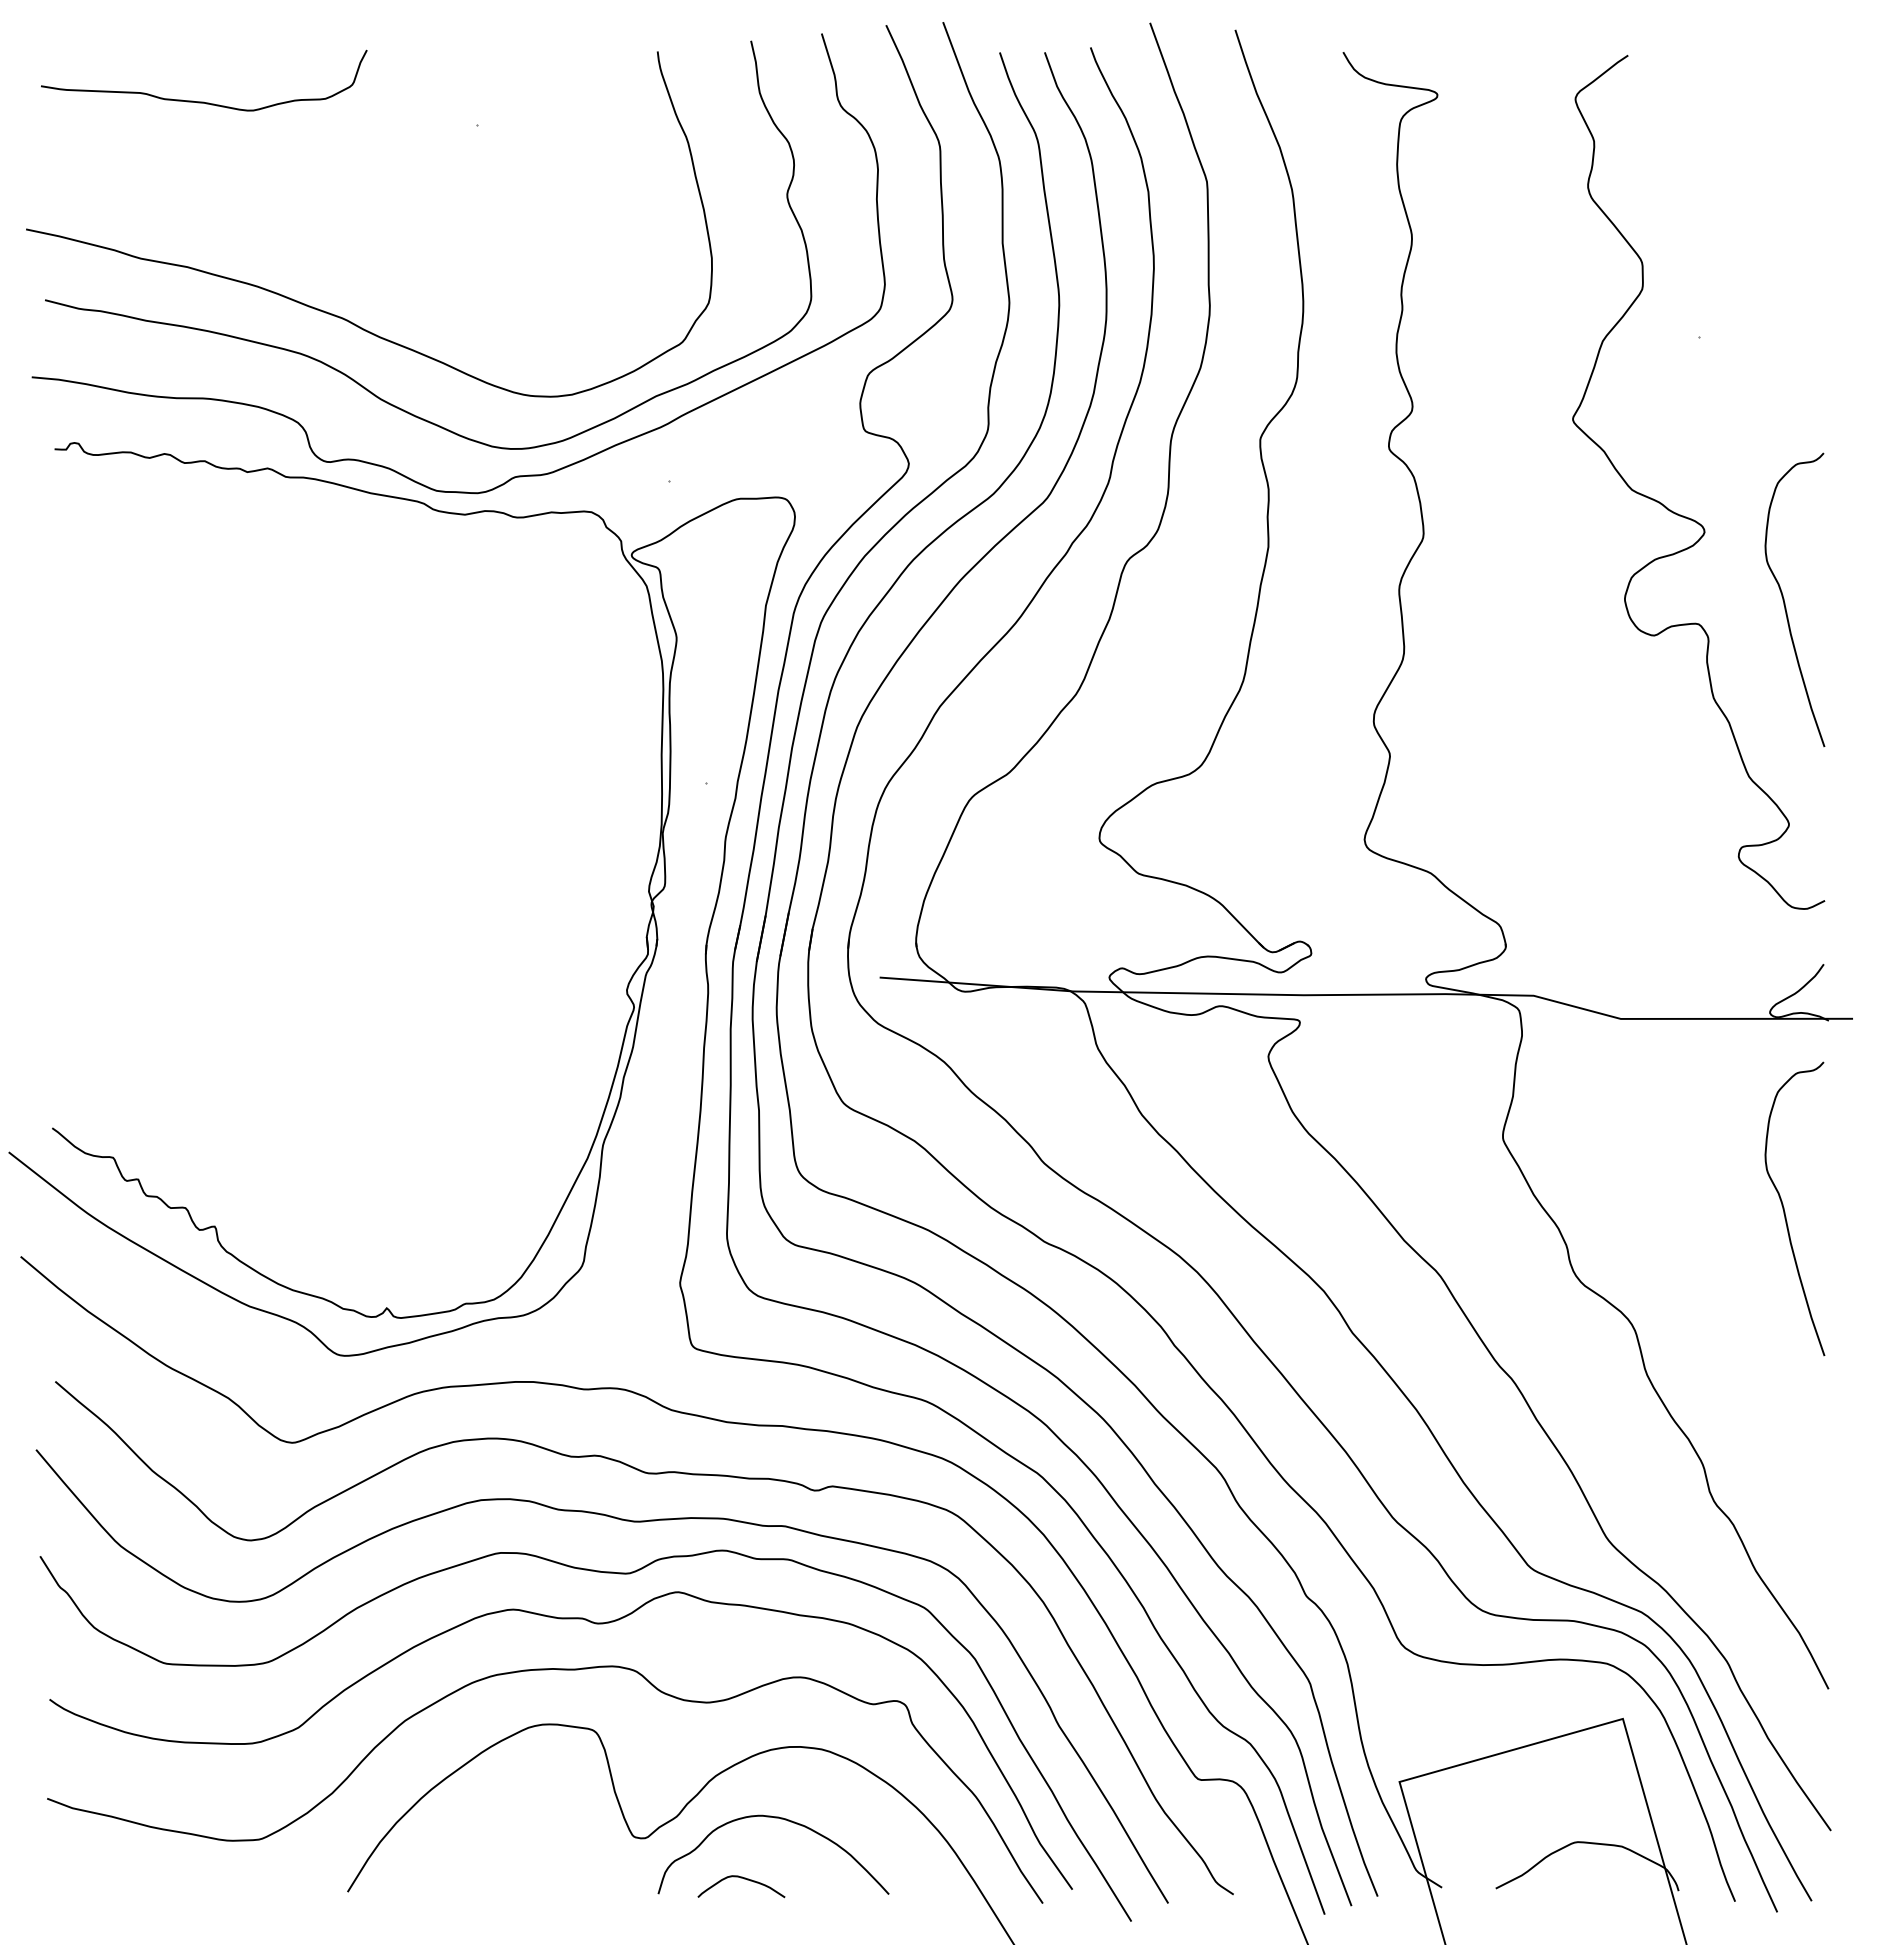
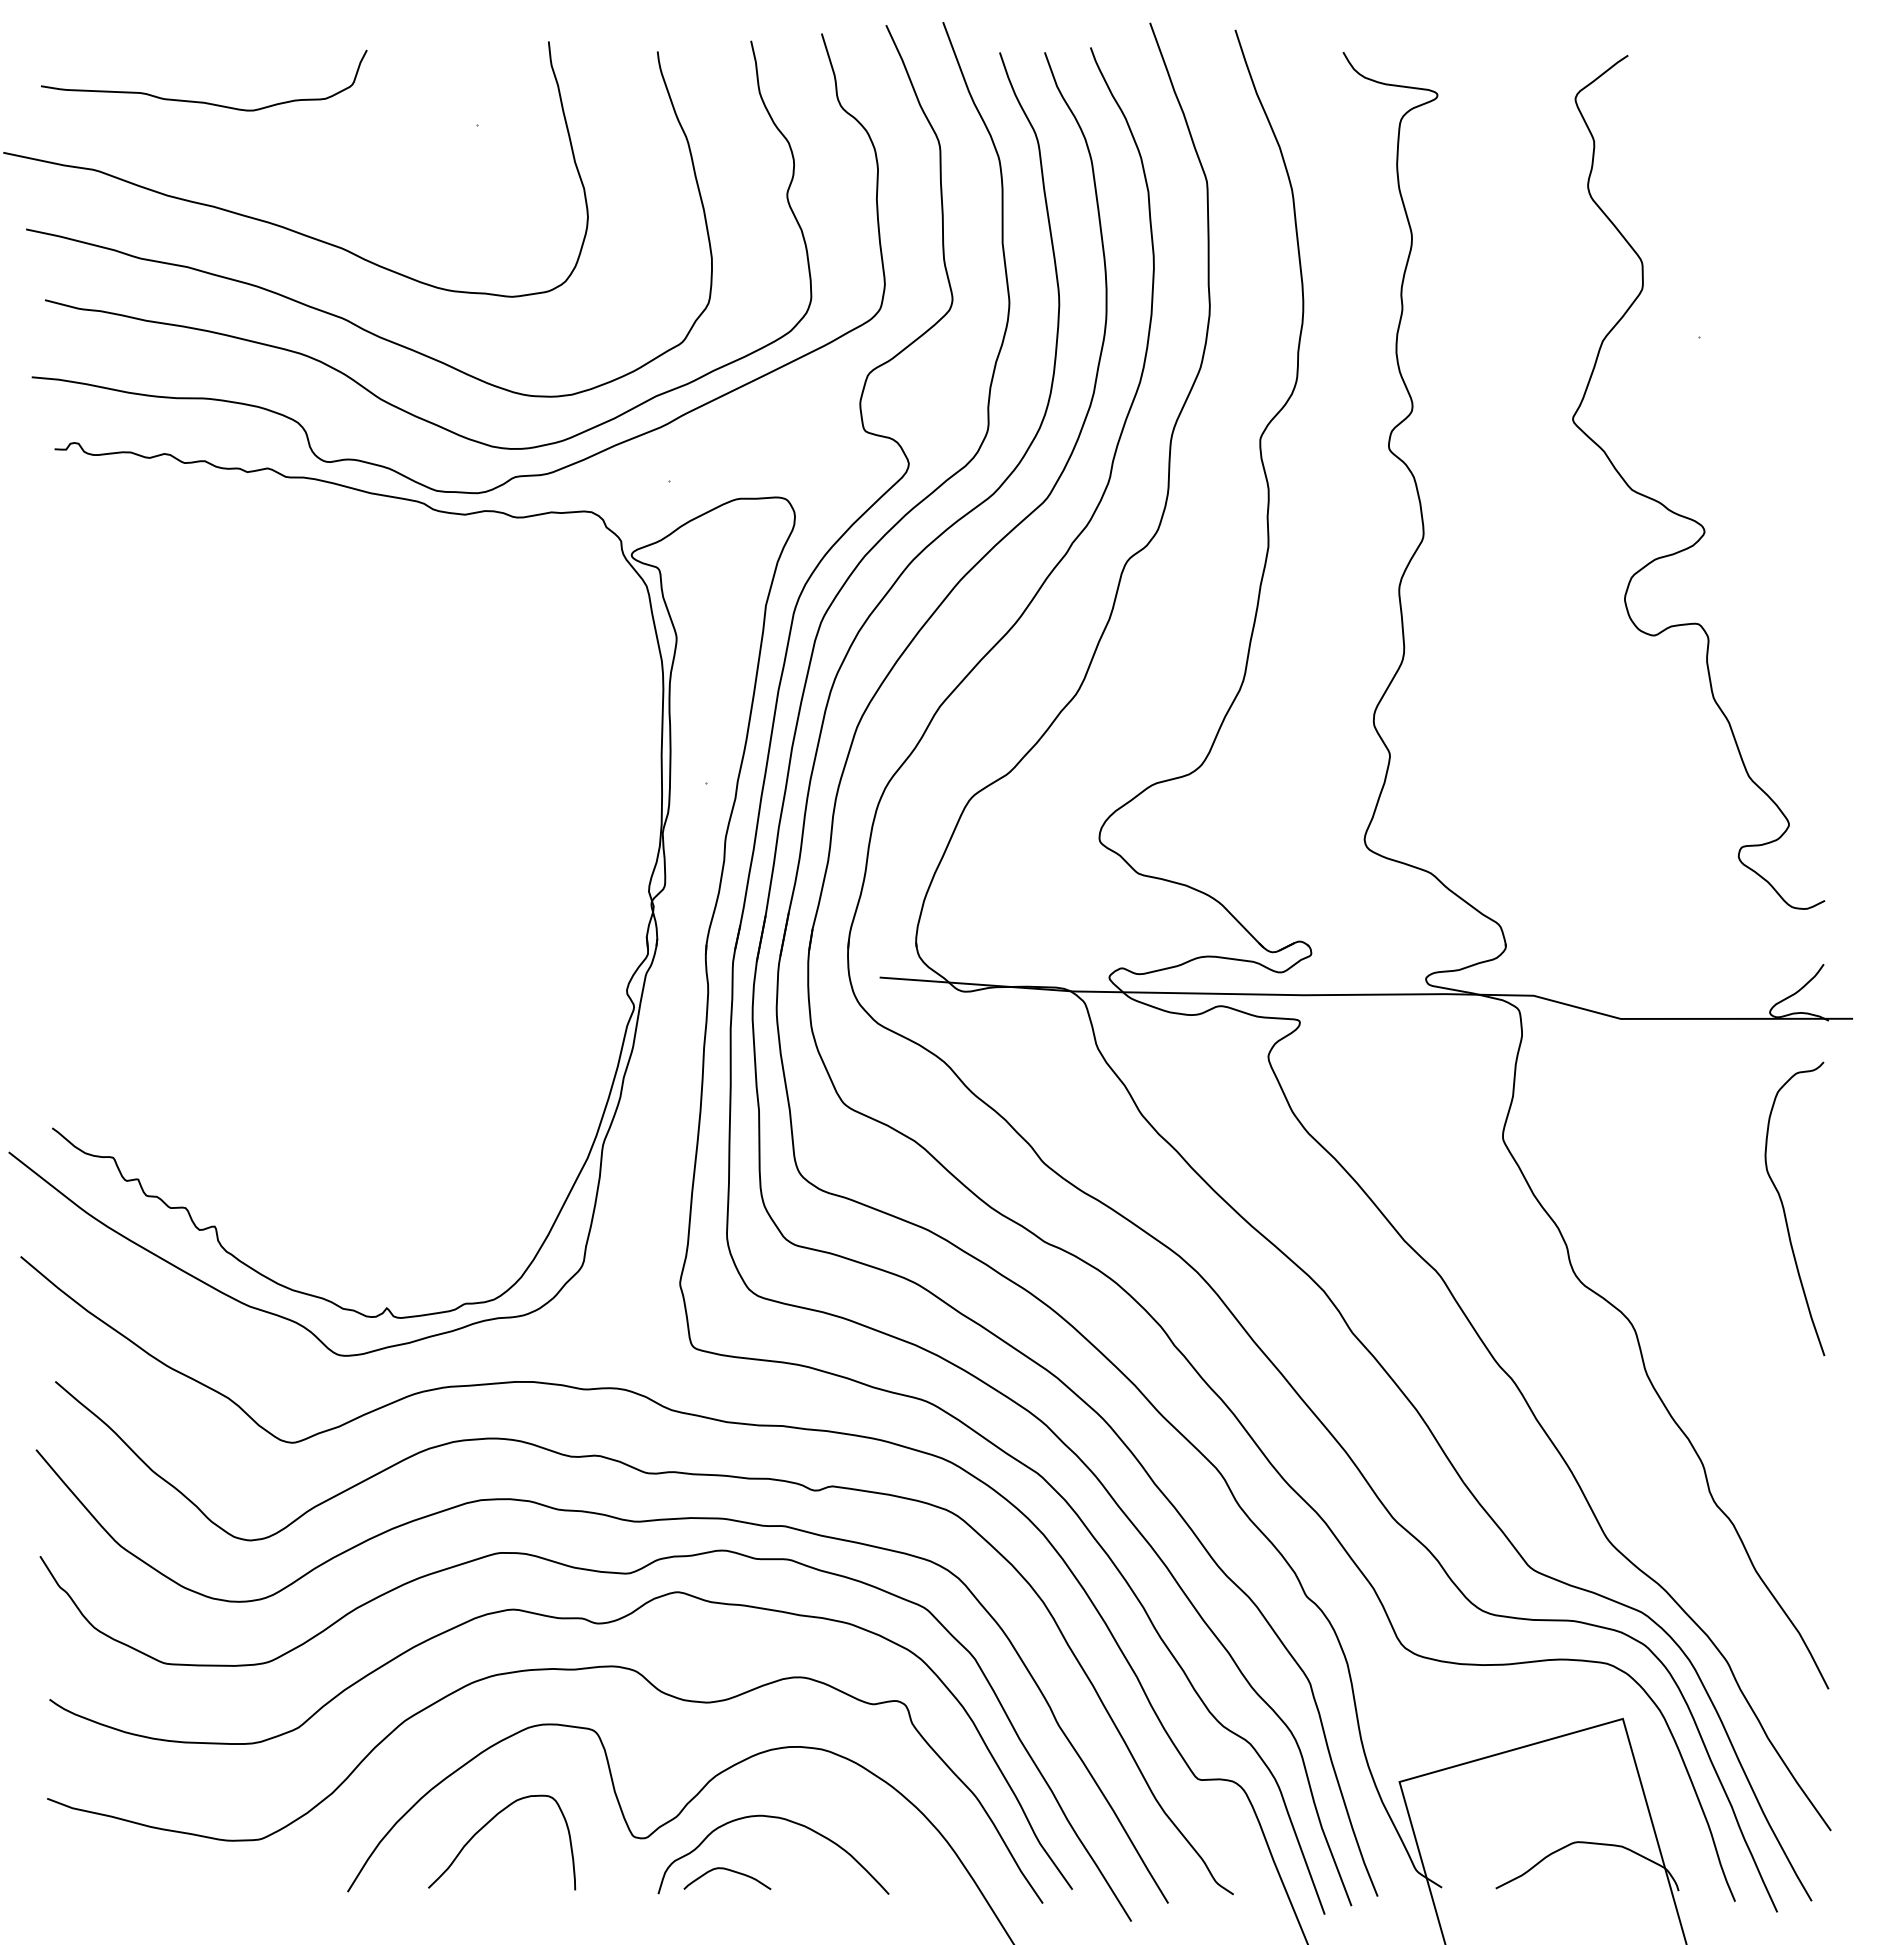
curve at (278, 224): none -> present
curve at (1785, 602): present -> none
curve at (486, 1825): none -> present
curve at (744, 1879) position: (744, 1879) -> (730, 1871)
